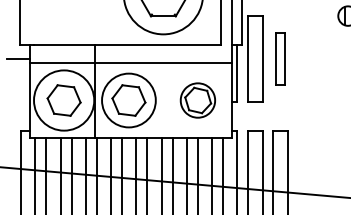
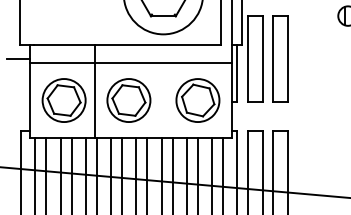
part at (280, 58) size: 11x54 px -> 17x88 px
circle at (64, 100) diameter: 60 px -> 43 px
circle at (128, 100) diameter: 54 px -> 43 px
part at (197, 100) size: 37x37 px -> 46x45 px
